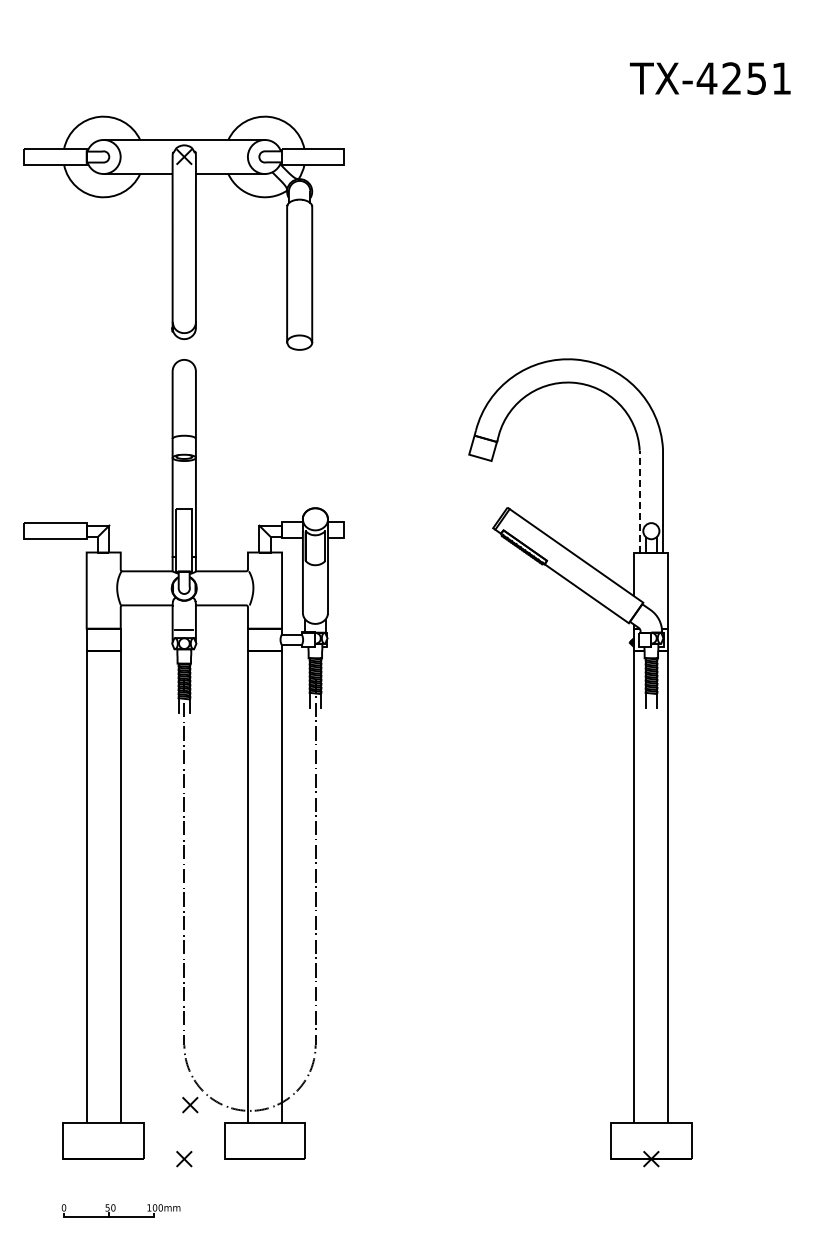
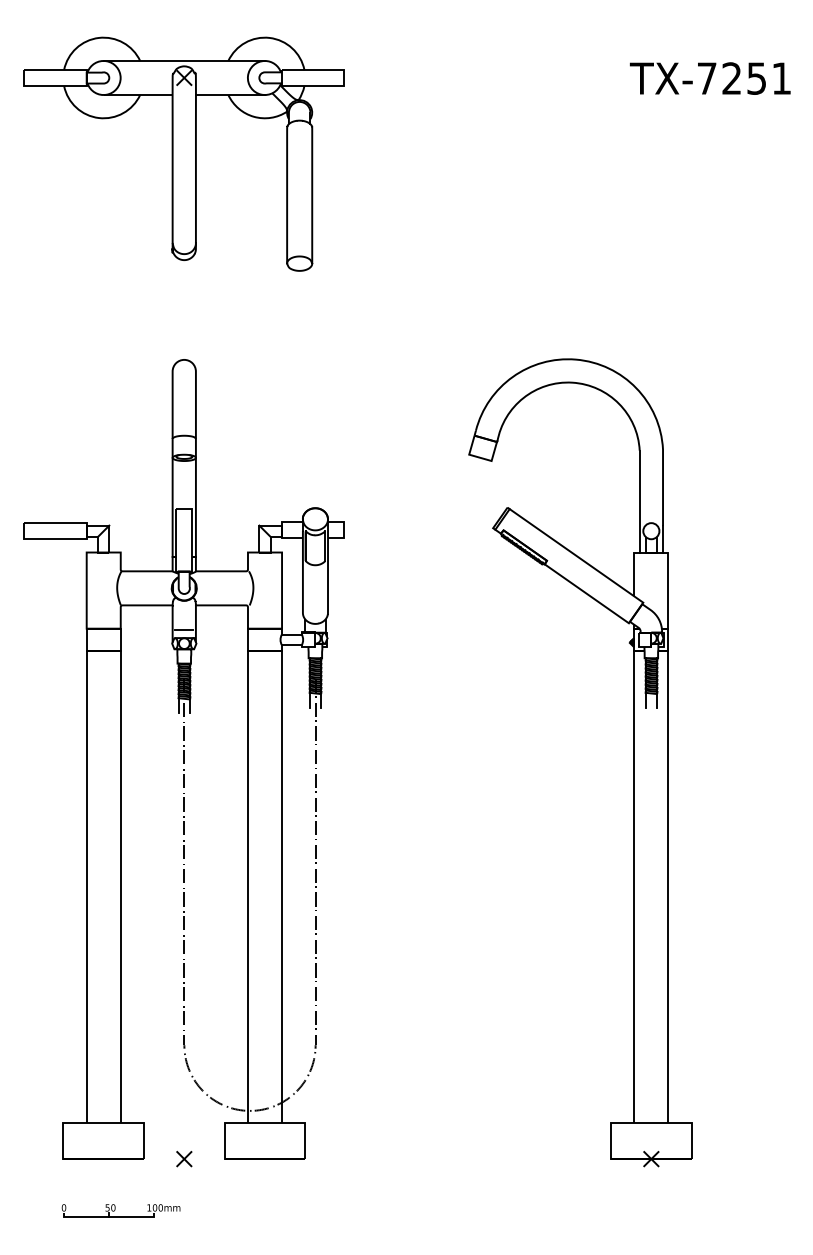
text at (706, 78): TX-4251 -> TX-7251
part at (183, 232) position: (183, 232) -> (183, 153)
line at (639, 501): dashed -> solid
part at (190, 1105): present -> none
